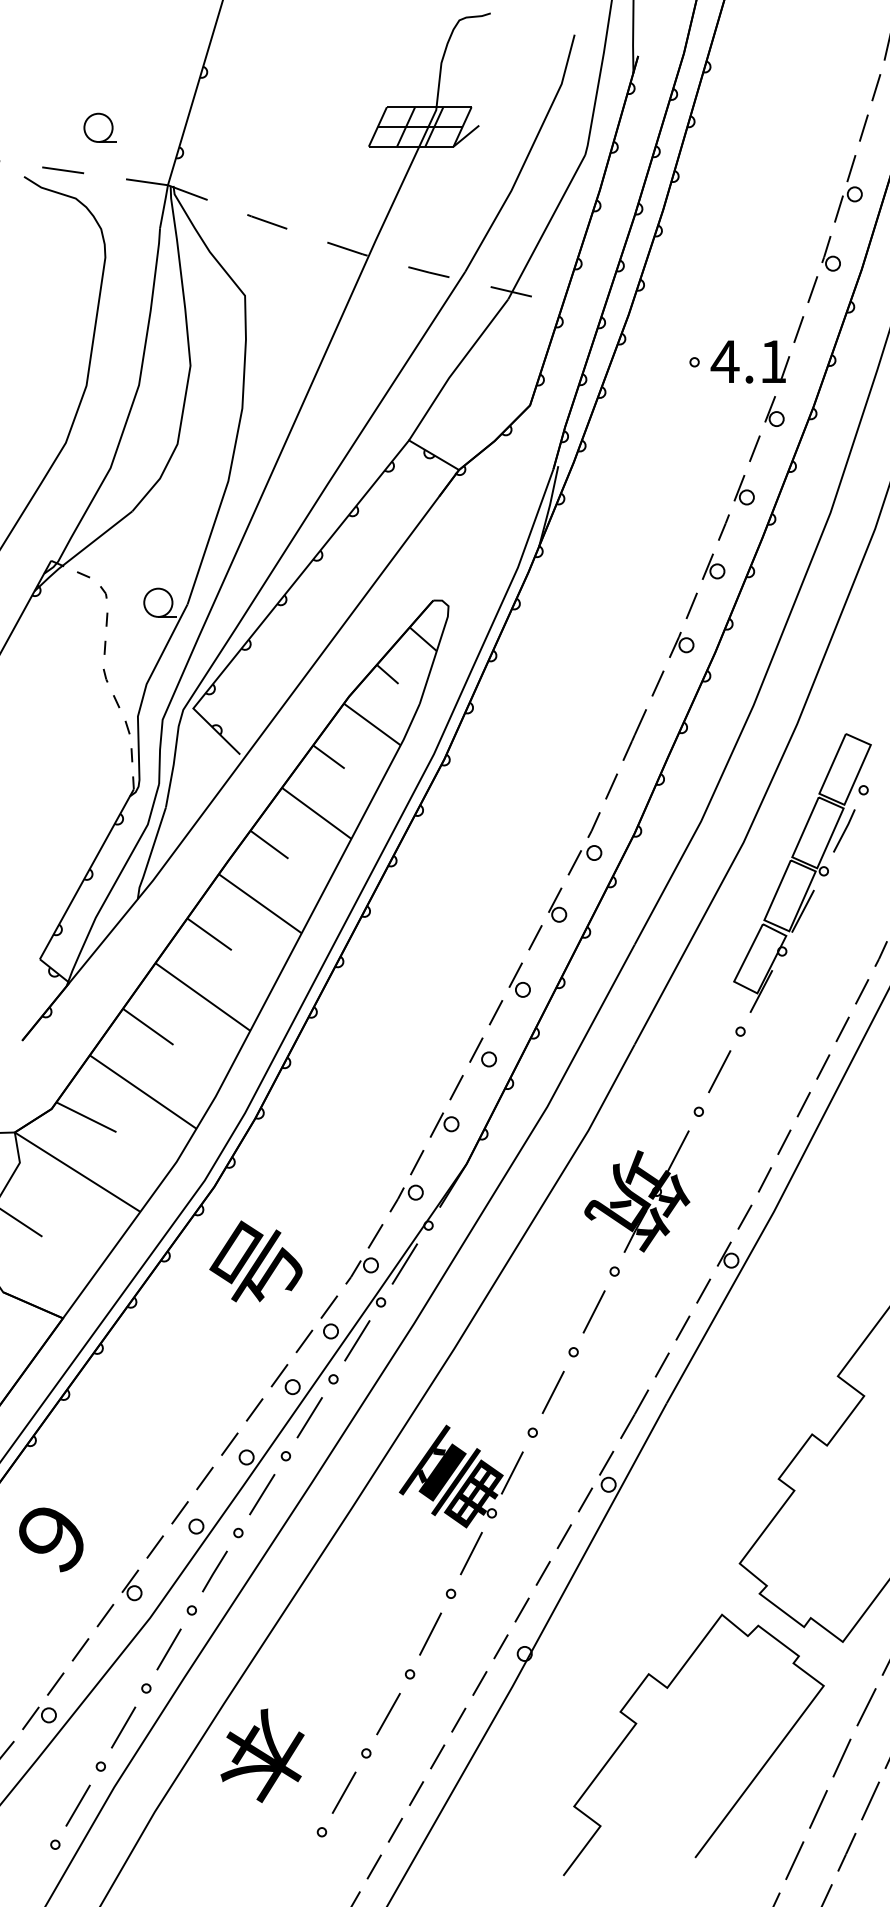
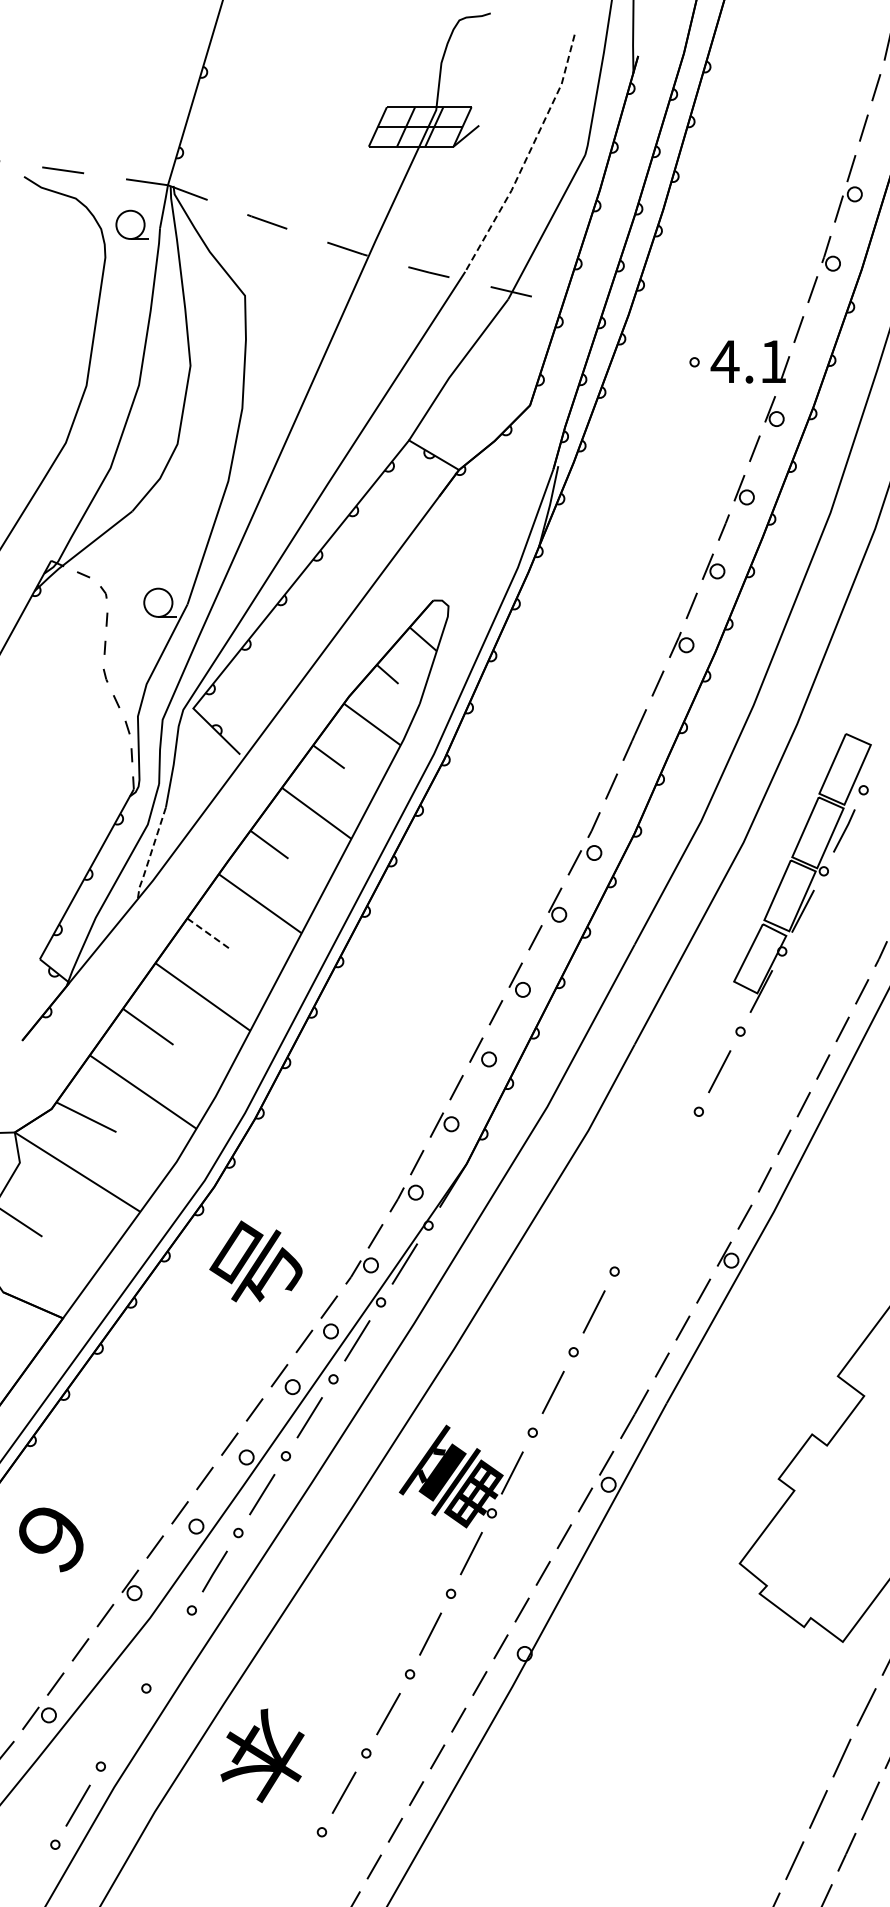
part at (99, 127) position: (99, 127) -> (131, 224)
line at (527, 156): solid -> dashed
line at (150, 854): solid -> dashed
line at (209, 934): solid -> dashed
part at (637, 1191): present -> none
line at (168, 1649): present -> none
curve at (637, 1723): present -> none
line at (123, 1727): present -> none
